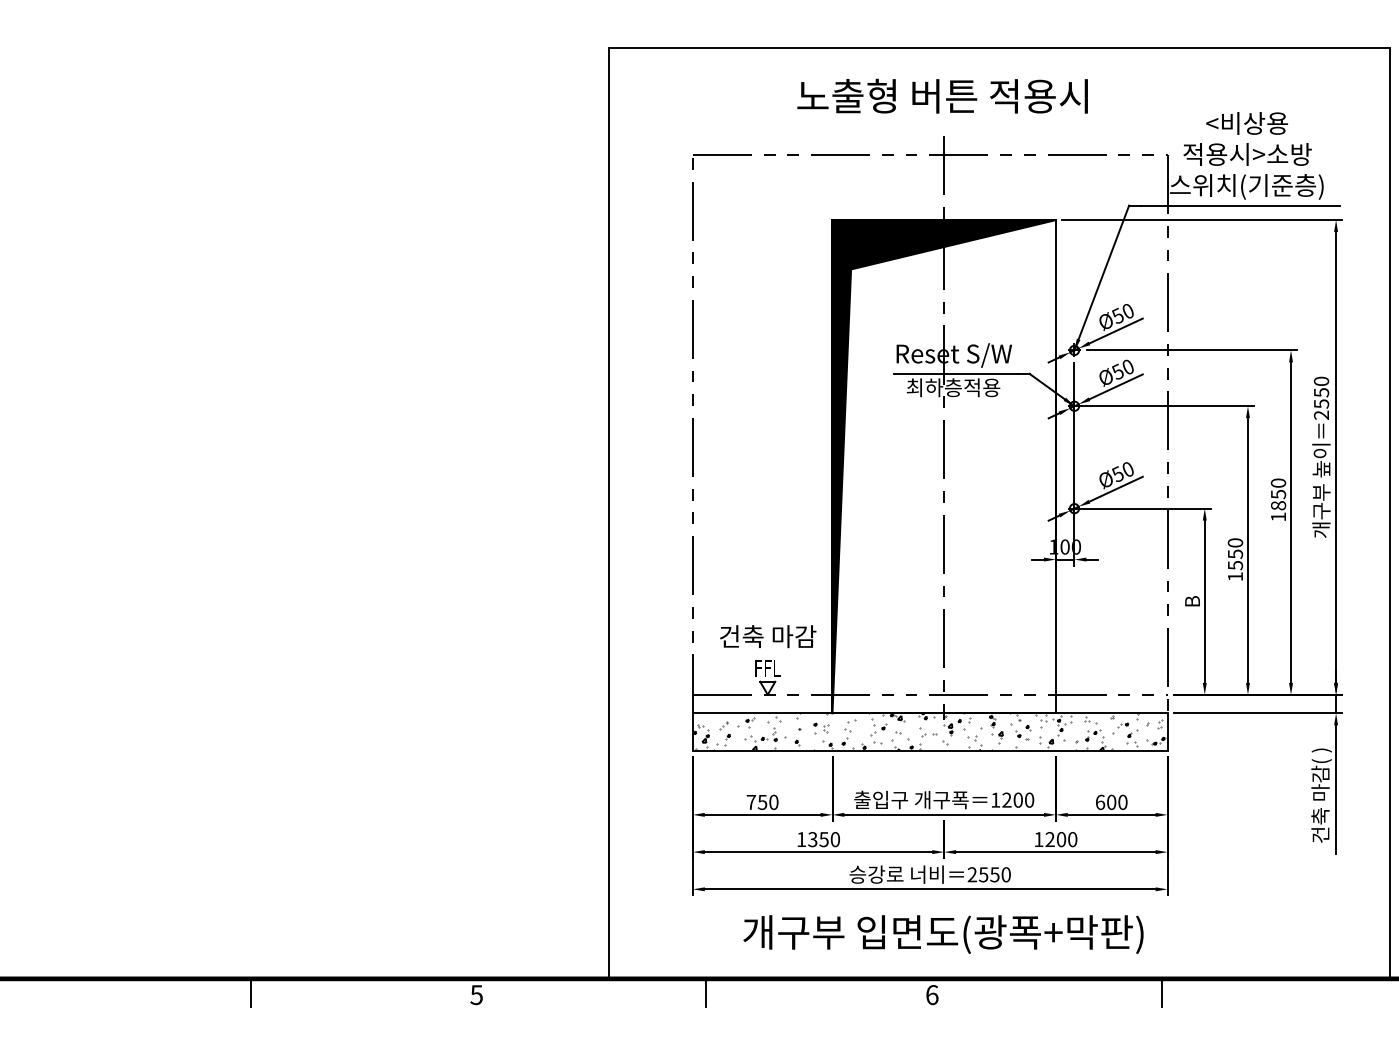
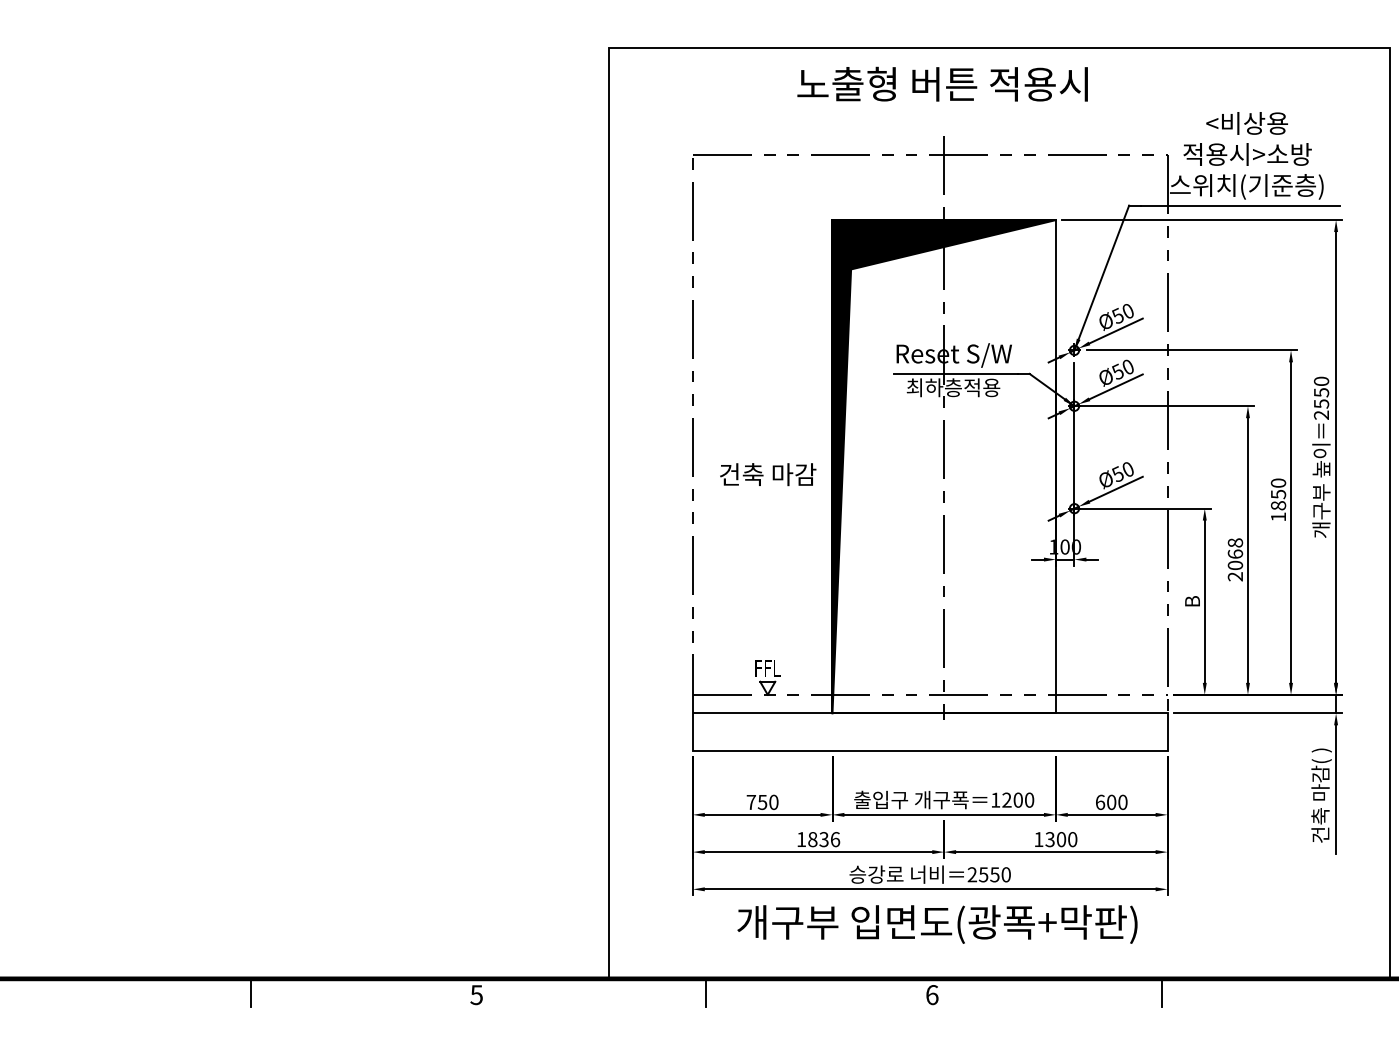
text at (942, 95) position: (942, 95) -> (942, 83)
text at (1235, 559): 1550 -> 2068
text at (768, 636) position: (768, 636) -> (768, 474)
hatch at (928, 731): present -> none
text at (824, 839): 1350 -> 1836
text at (1049, 839): 1200 -> 1300
text at (943, 934) position: (943, 934) -> (937, 924)
